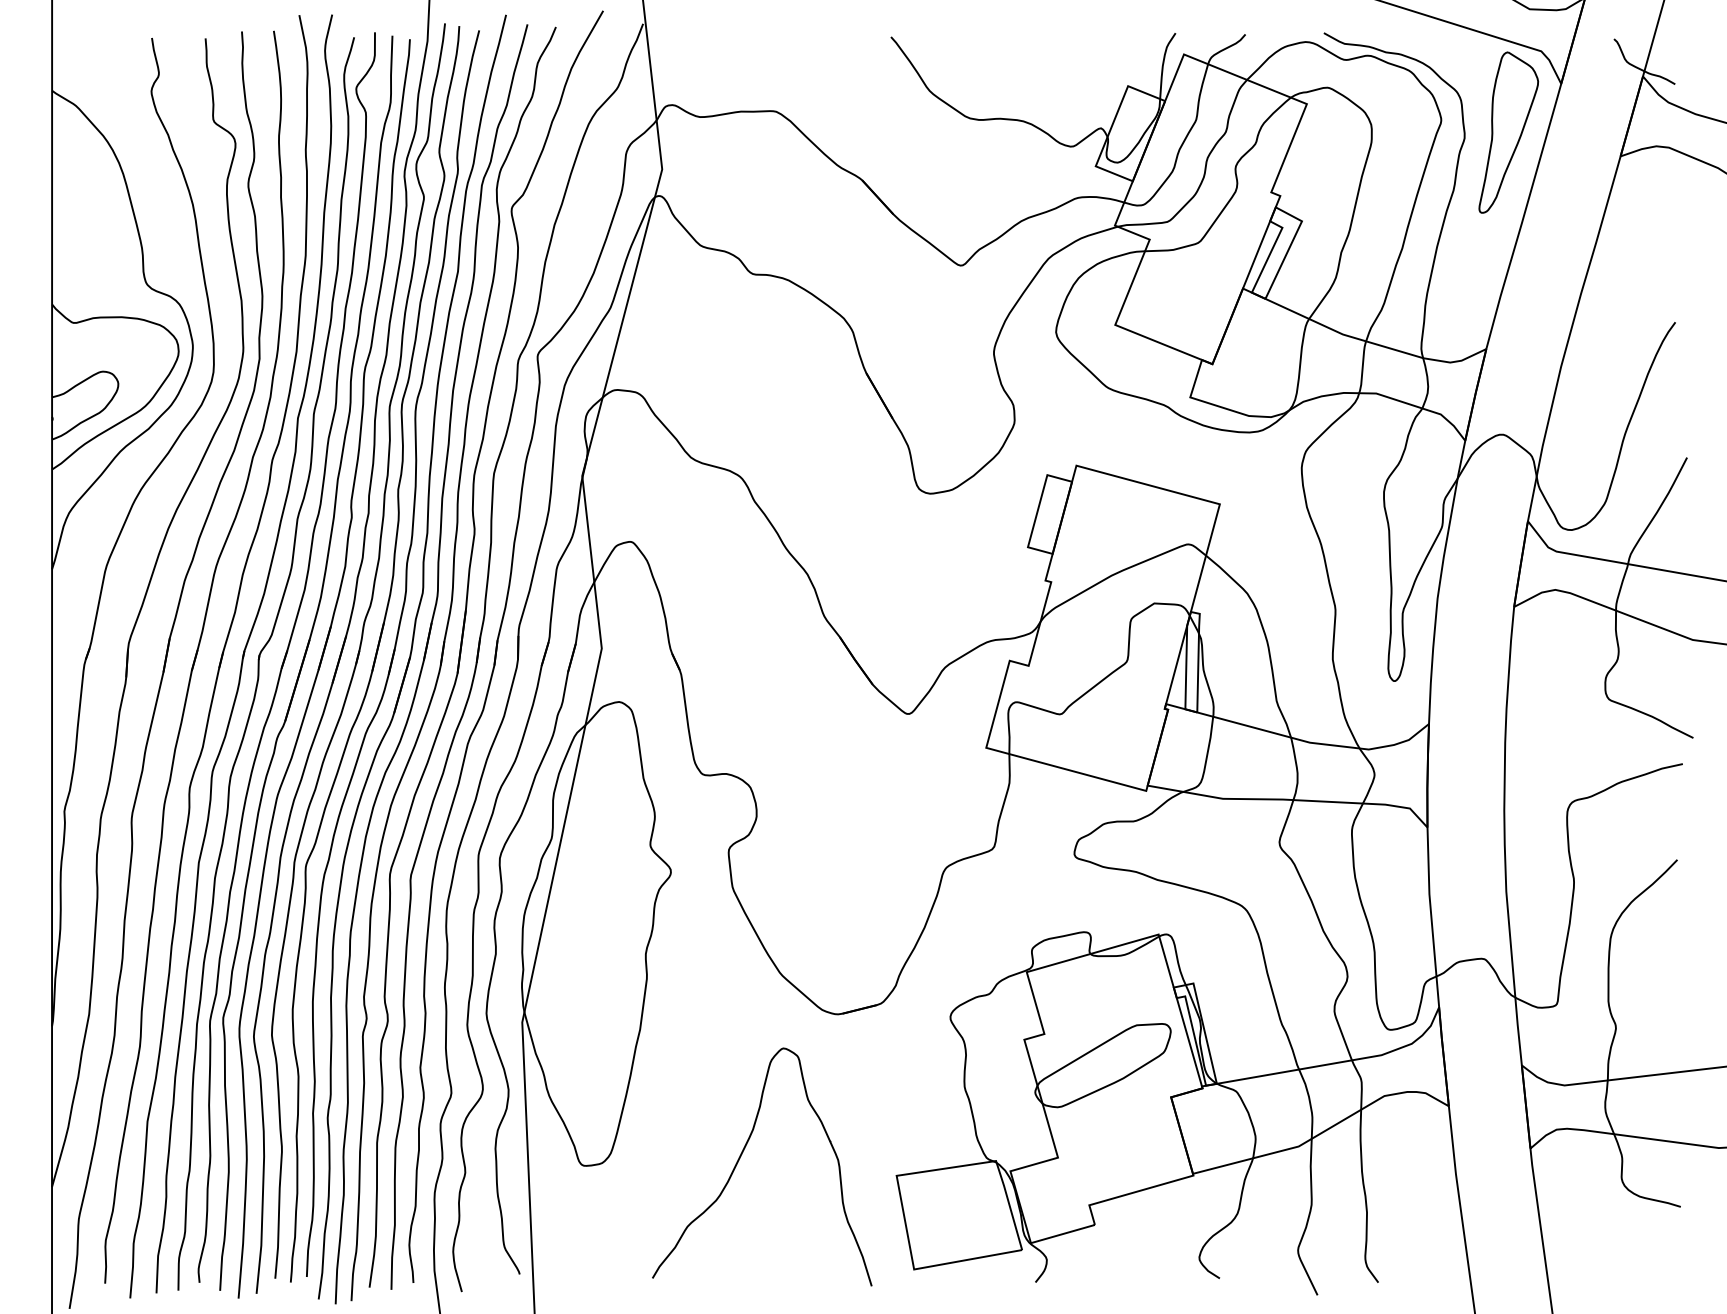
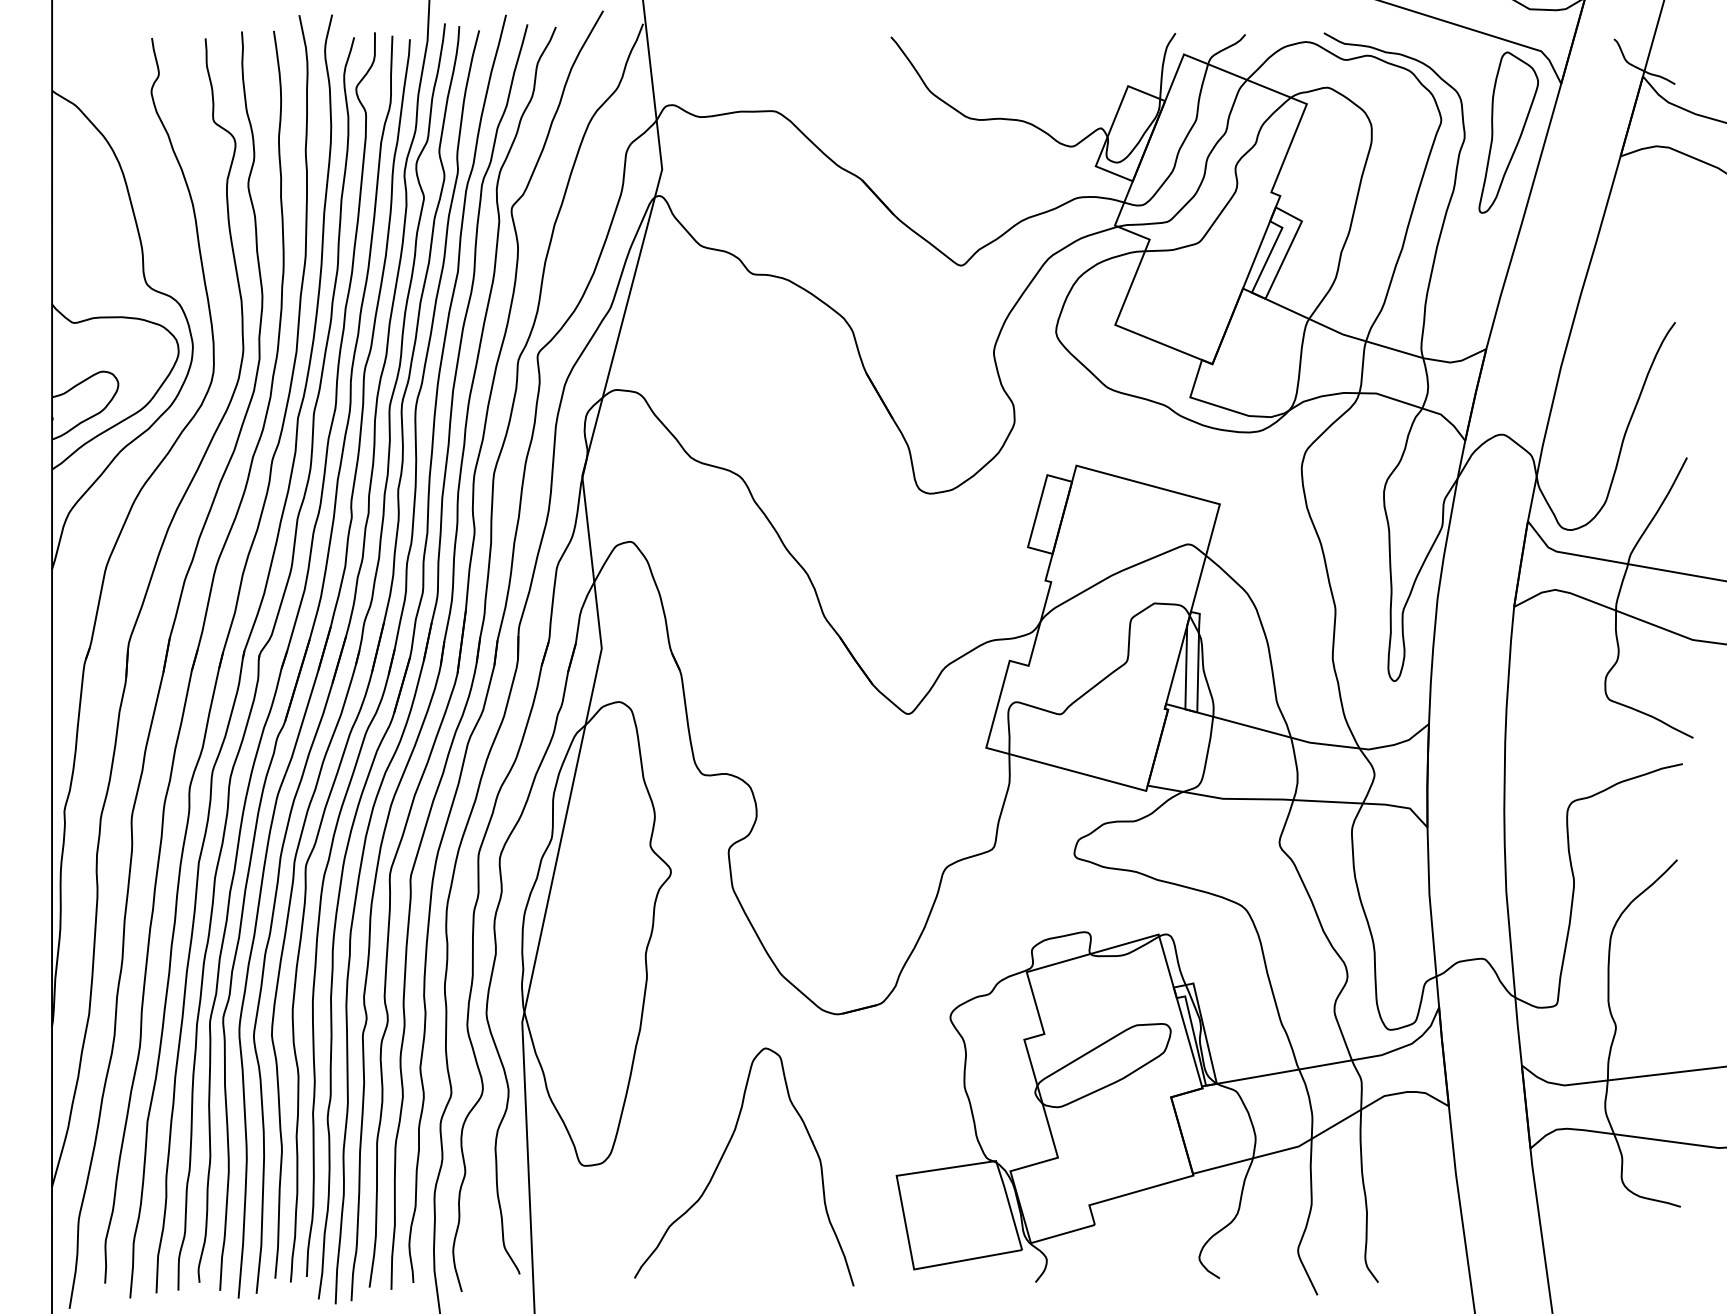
part at (741, 1156) position: (741, 1156) -> (723, 1156)
